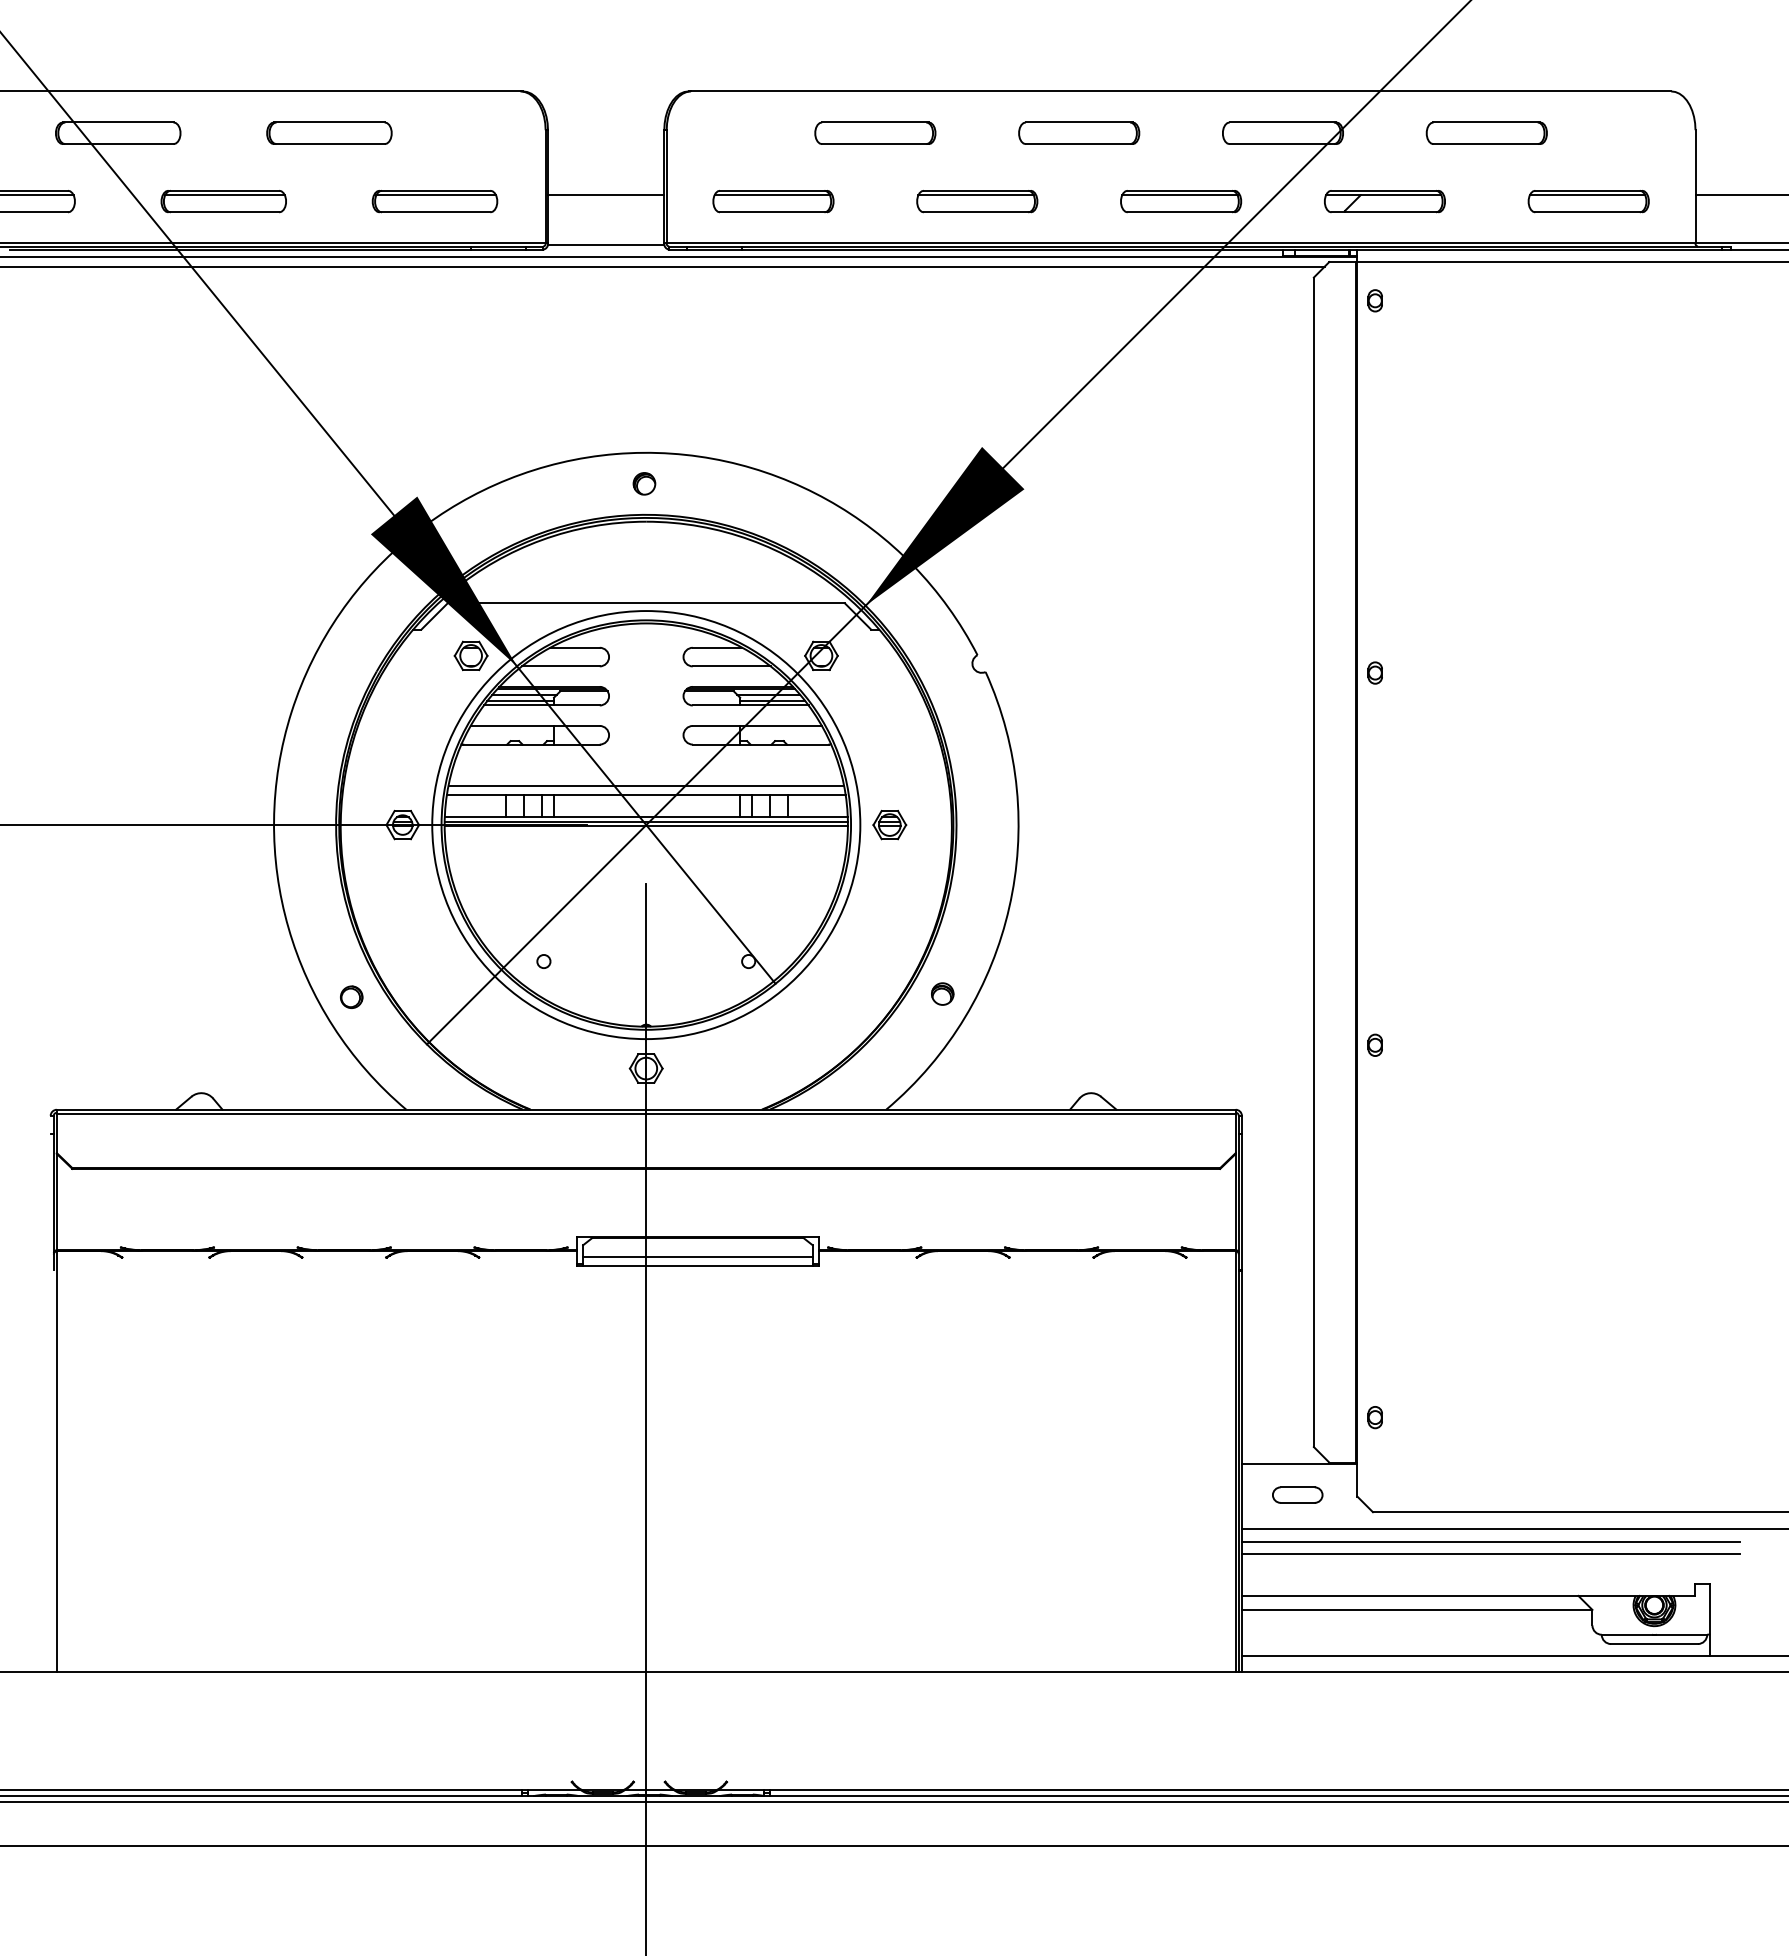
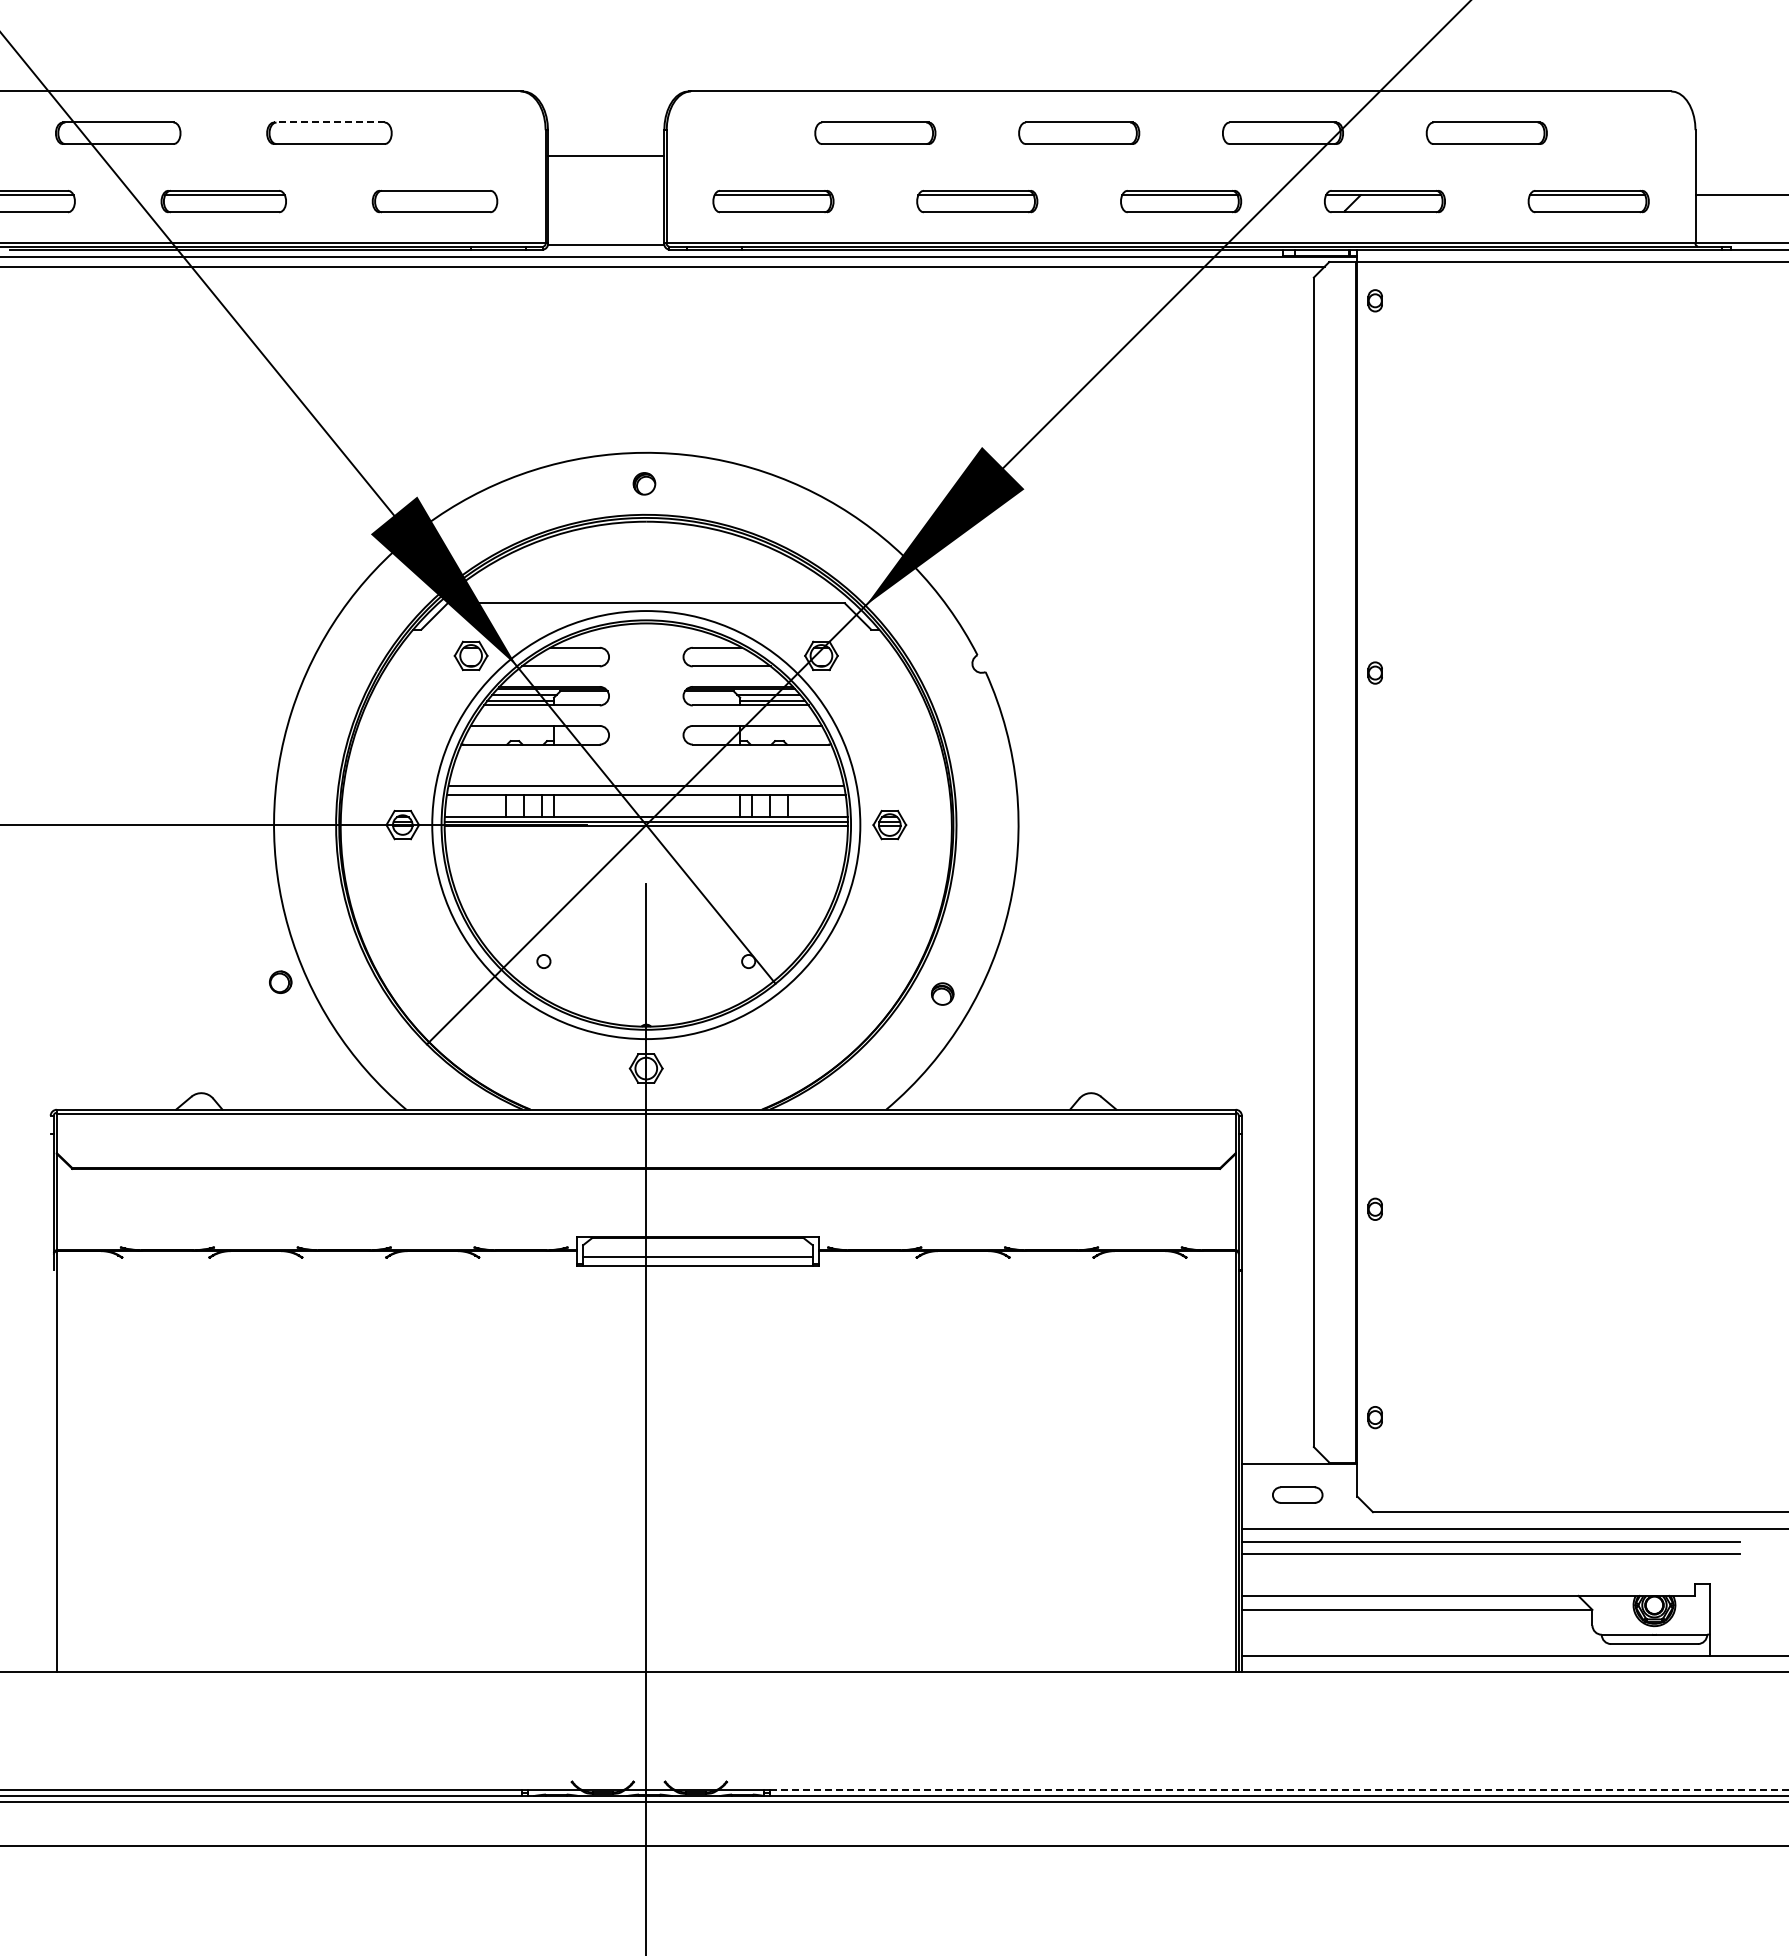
line at (328, 122): solid -> dashed
line at (436, 195): present -> none
line at (606, 195) position: (606, 195) -> (606, 156)
part at (351, 996) position: (351, 996) -> (280, 981)
part at (1374, 1044) position: (1374, 1044) -> (1374, 1208)
line at (1280, 1789): solid -> dashed
